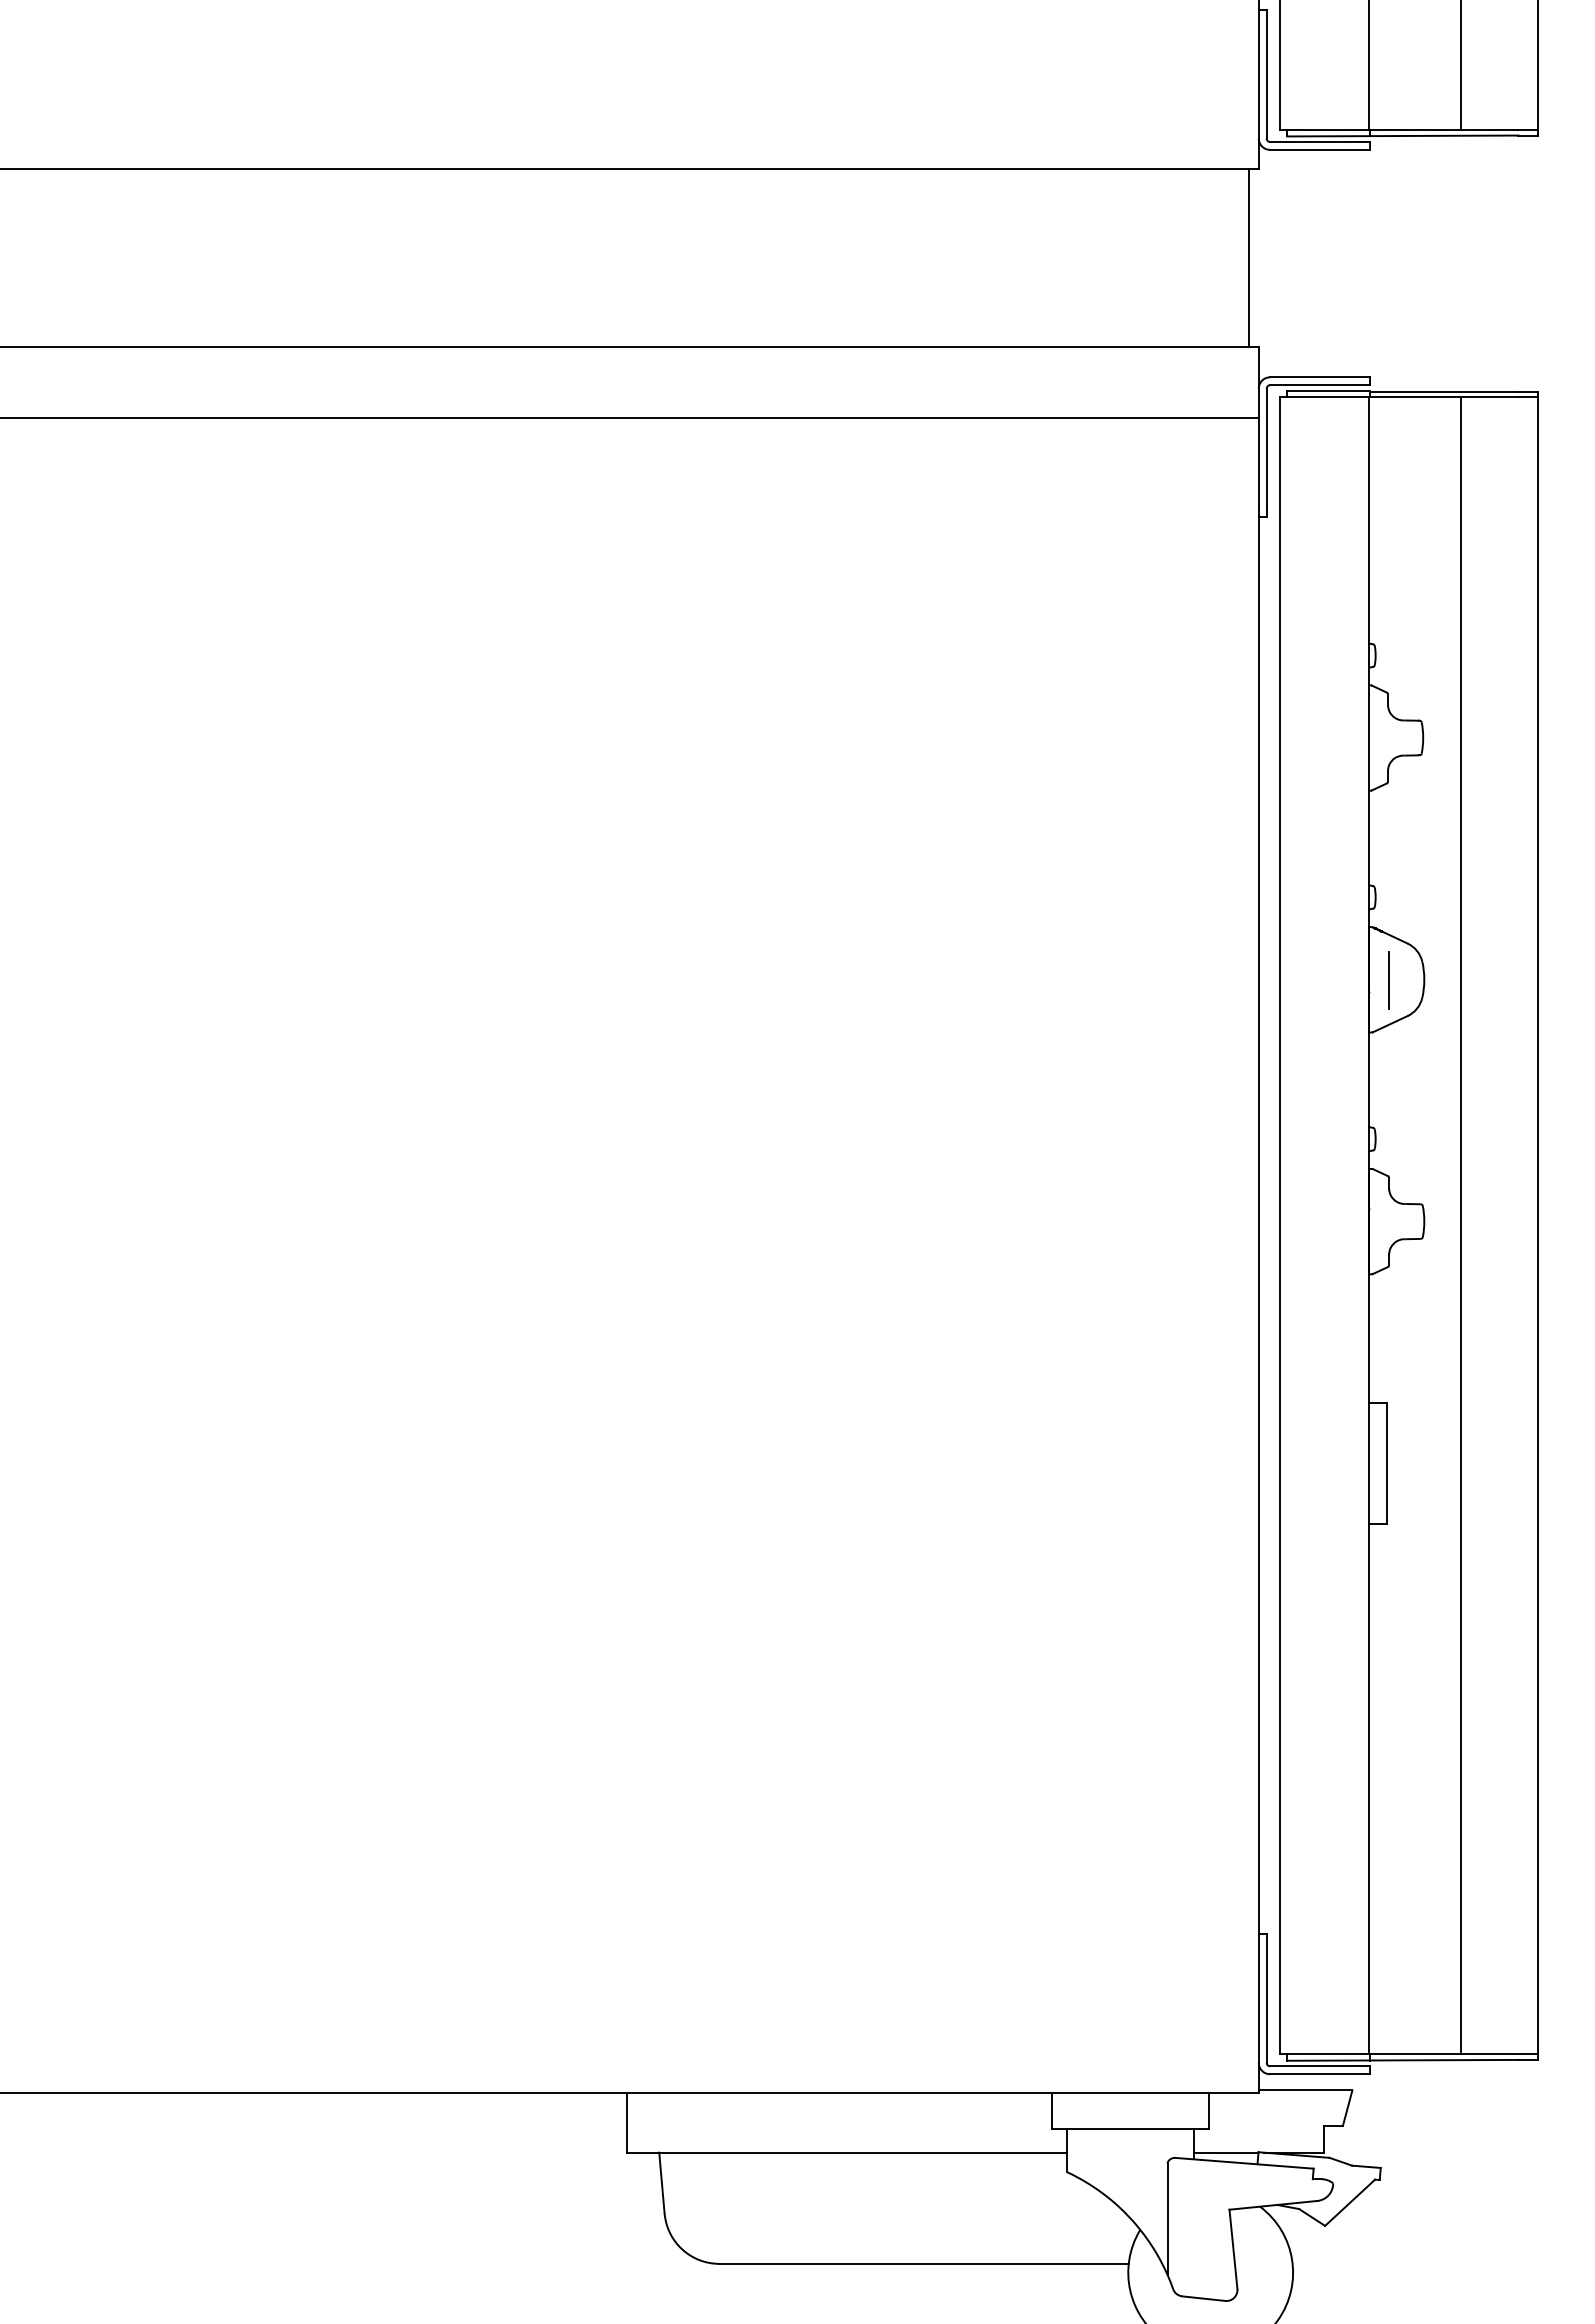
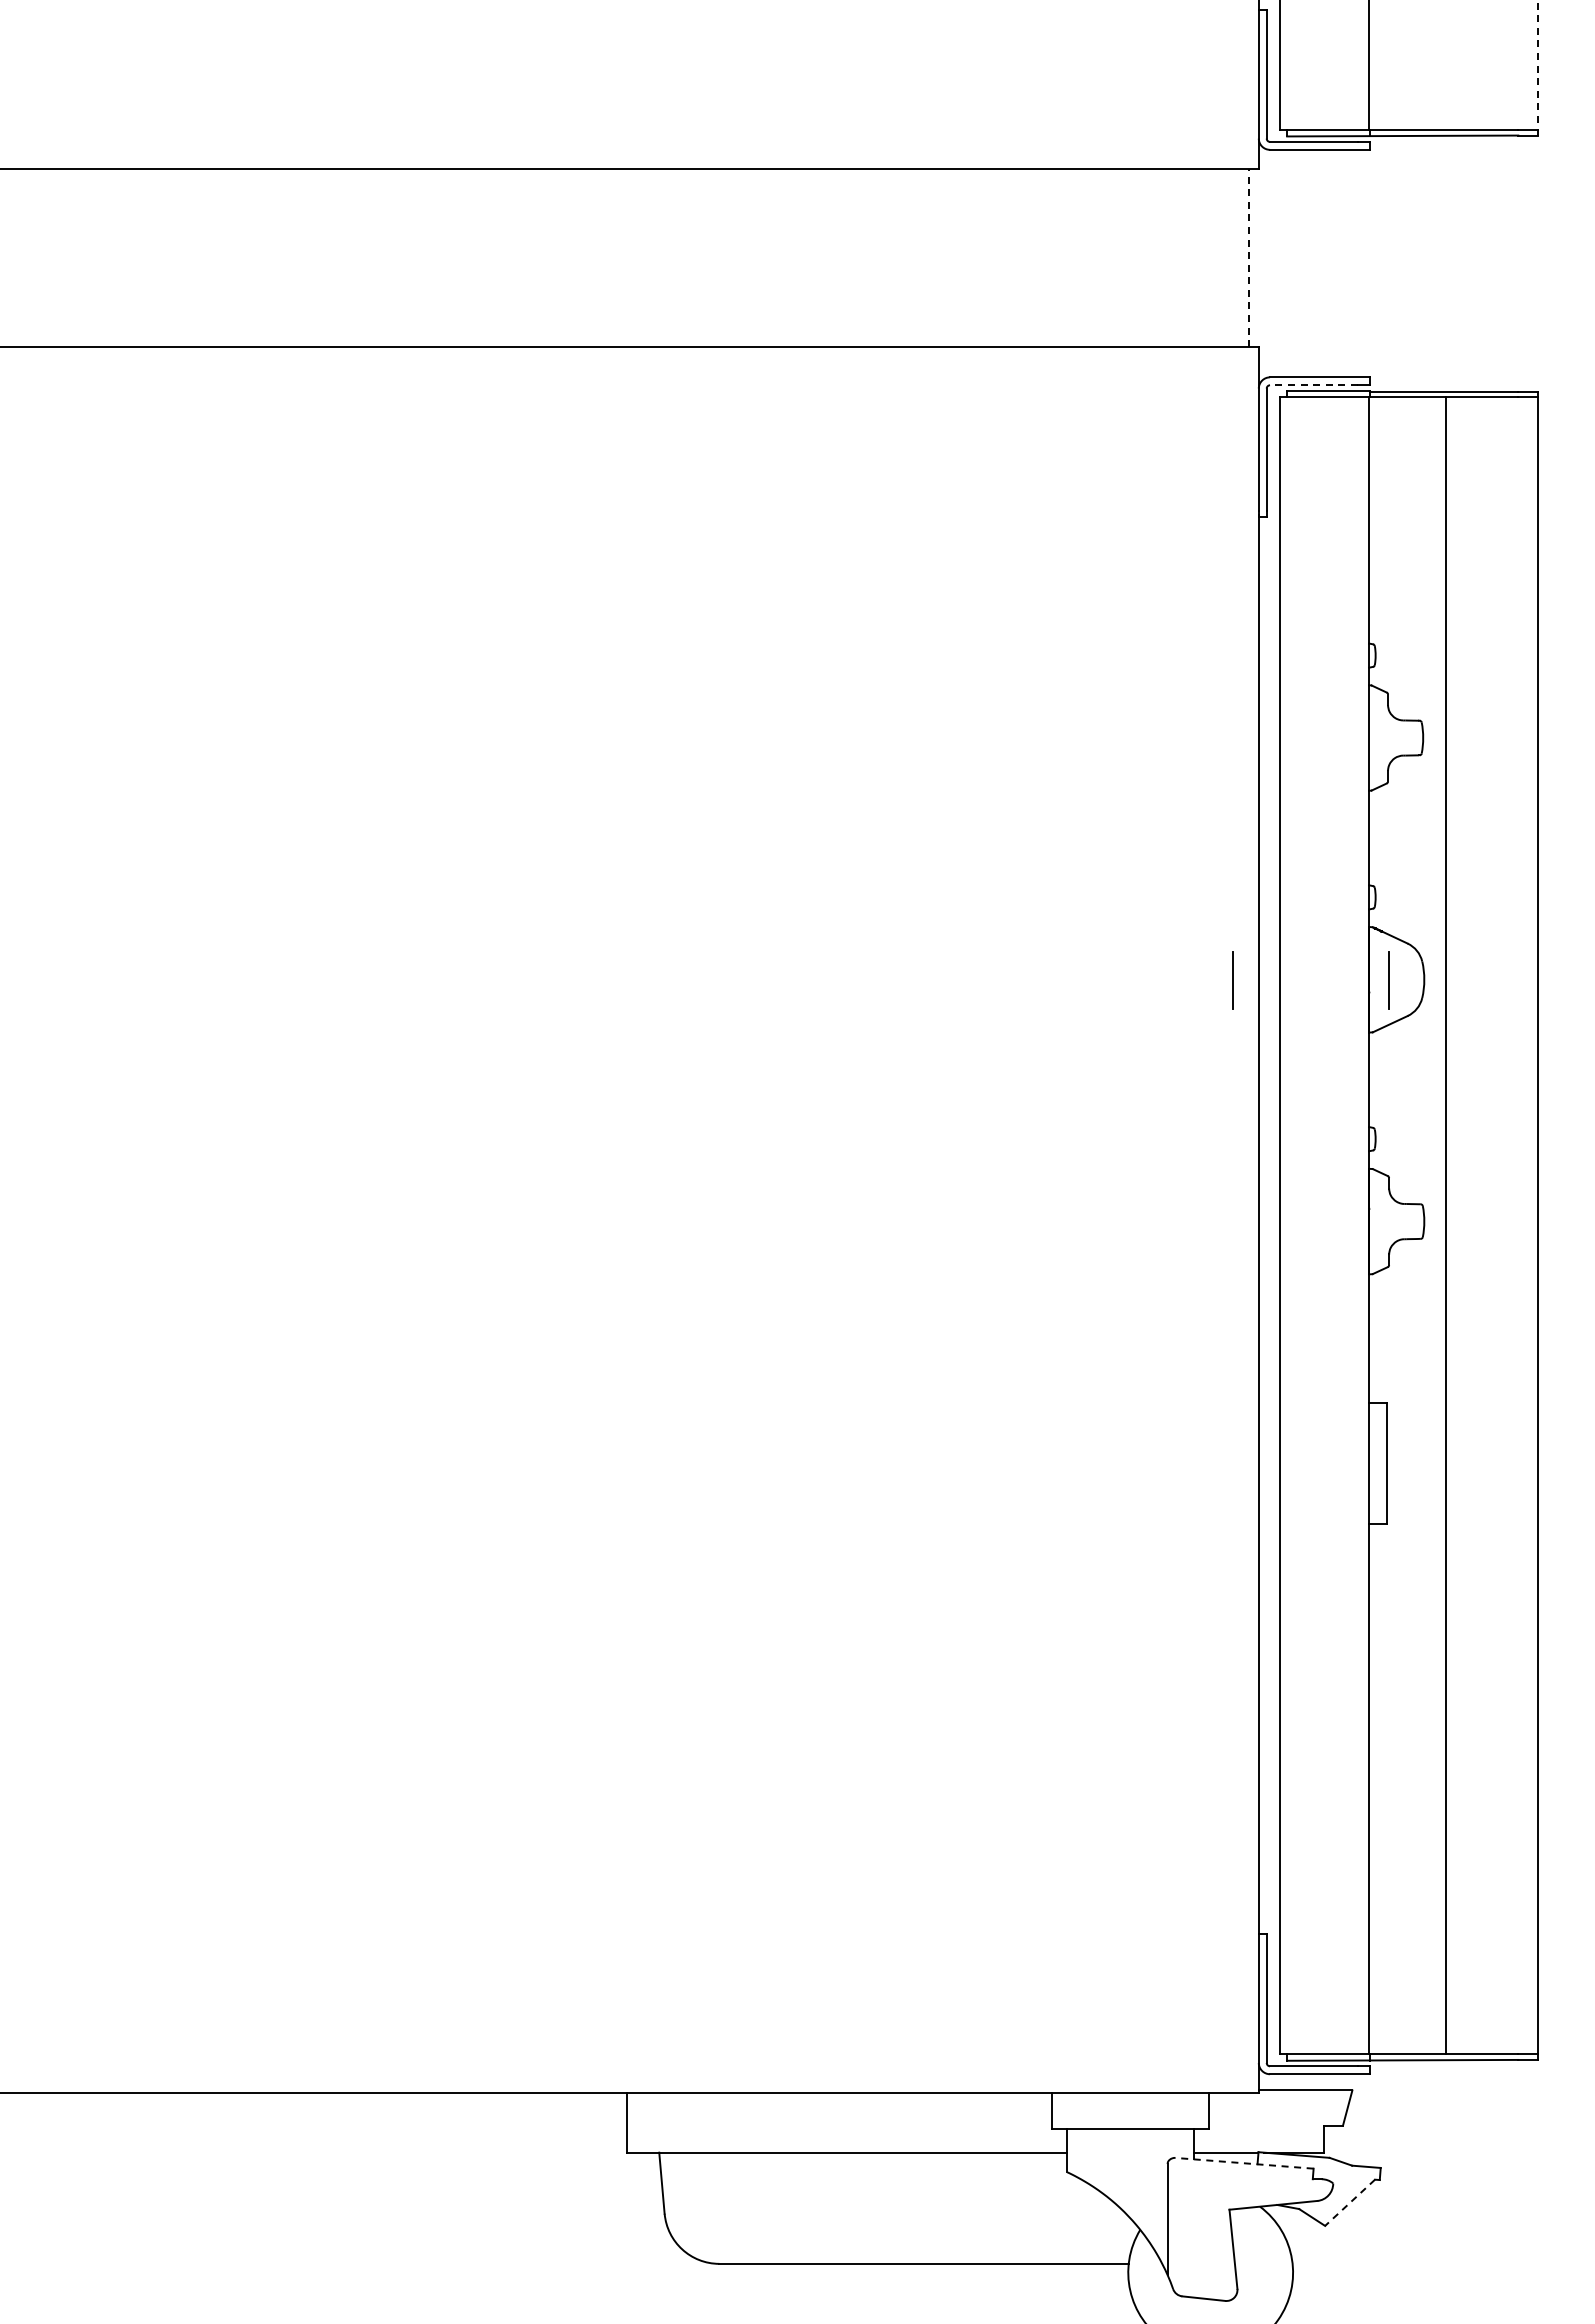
line at (1460, 66): present -> none
line at (1537, 67): solid -> dashed
line at (1249, 257): solid -> dashed
line at (1314, 385): solid -> dashed
line at (630, 417): present -> none
line at (1232, 980): none -> present
line at (1460, 1225) position: (1460, 1225) -> (1445, 1225)
line at (1243, 2163): solid -> dashed
line at (1349, 2203): solid -> dashed
